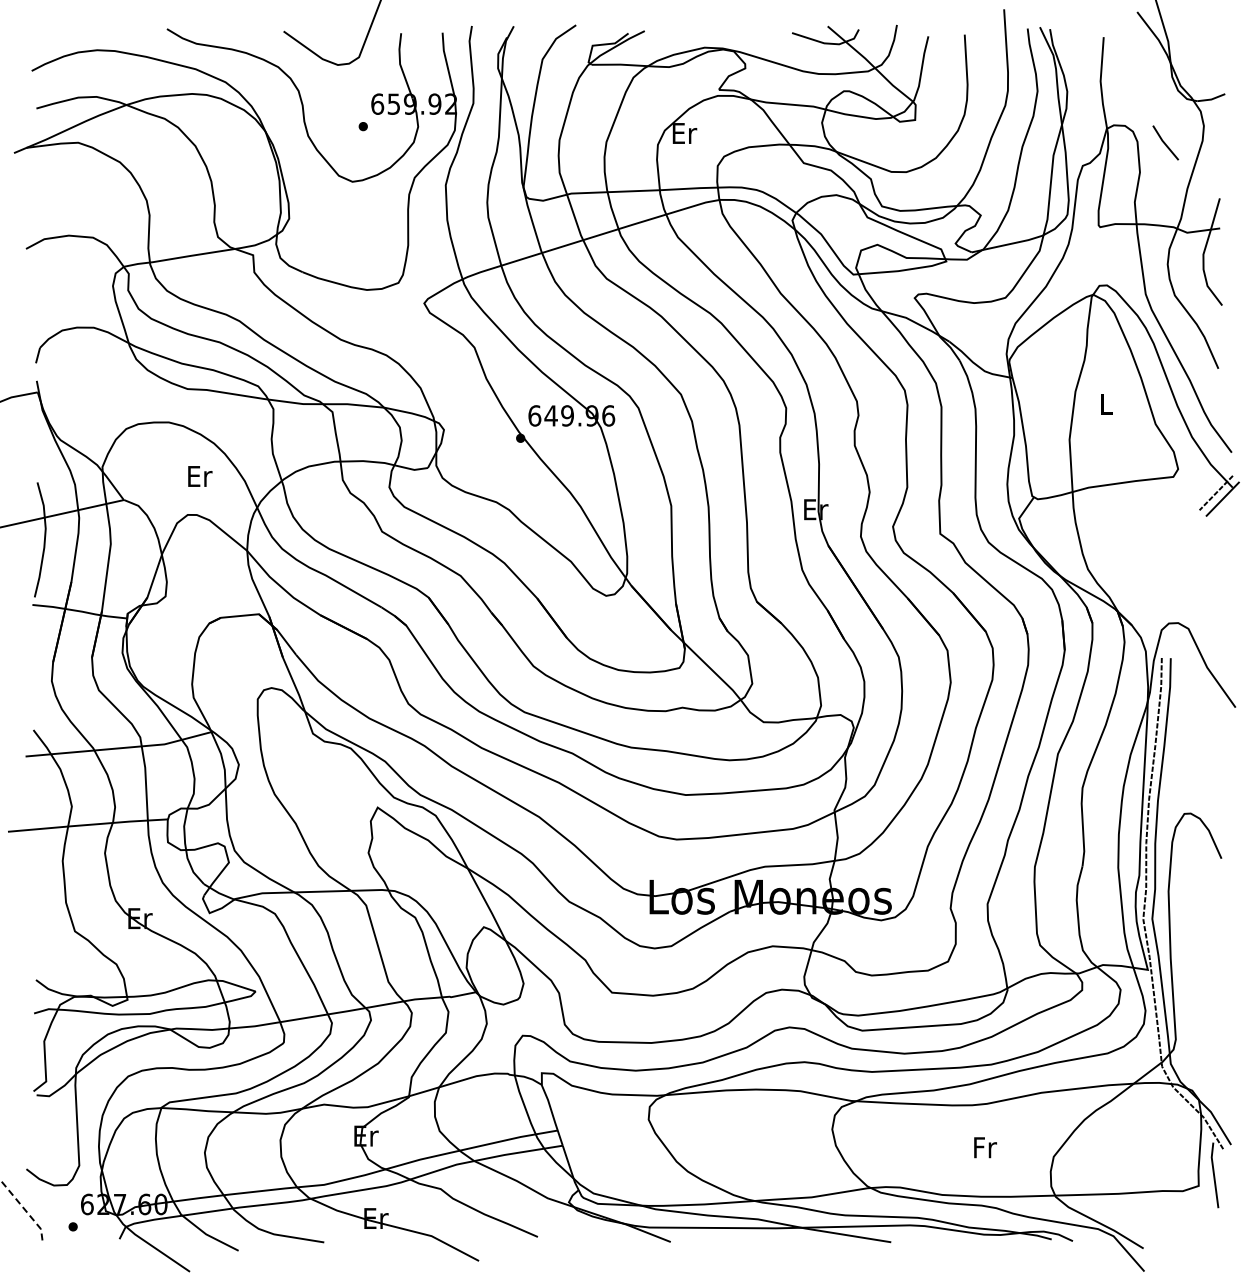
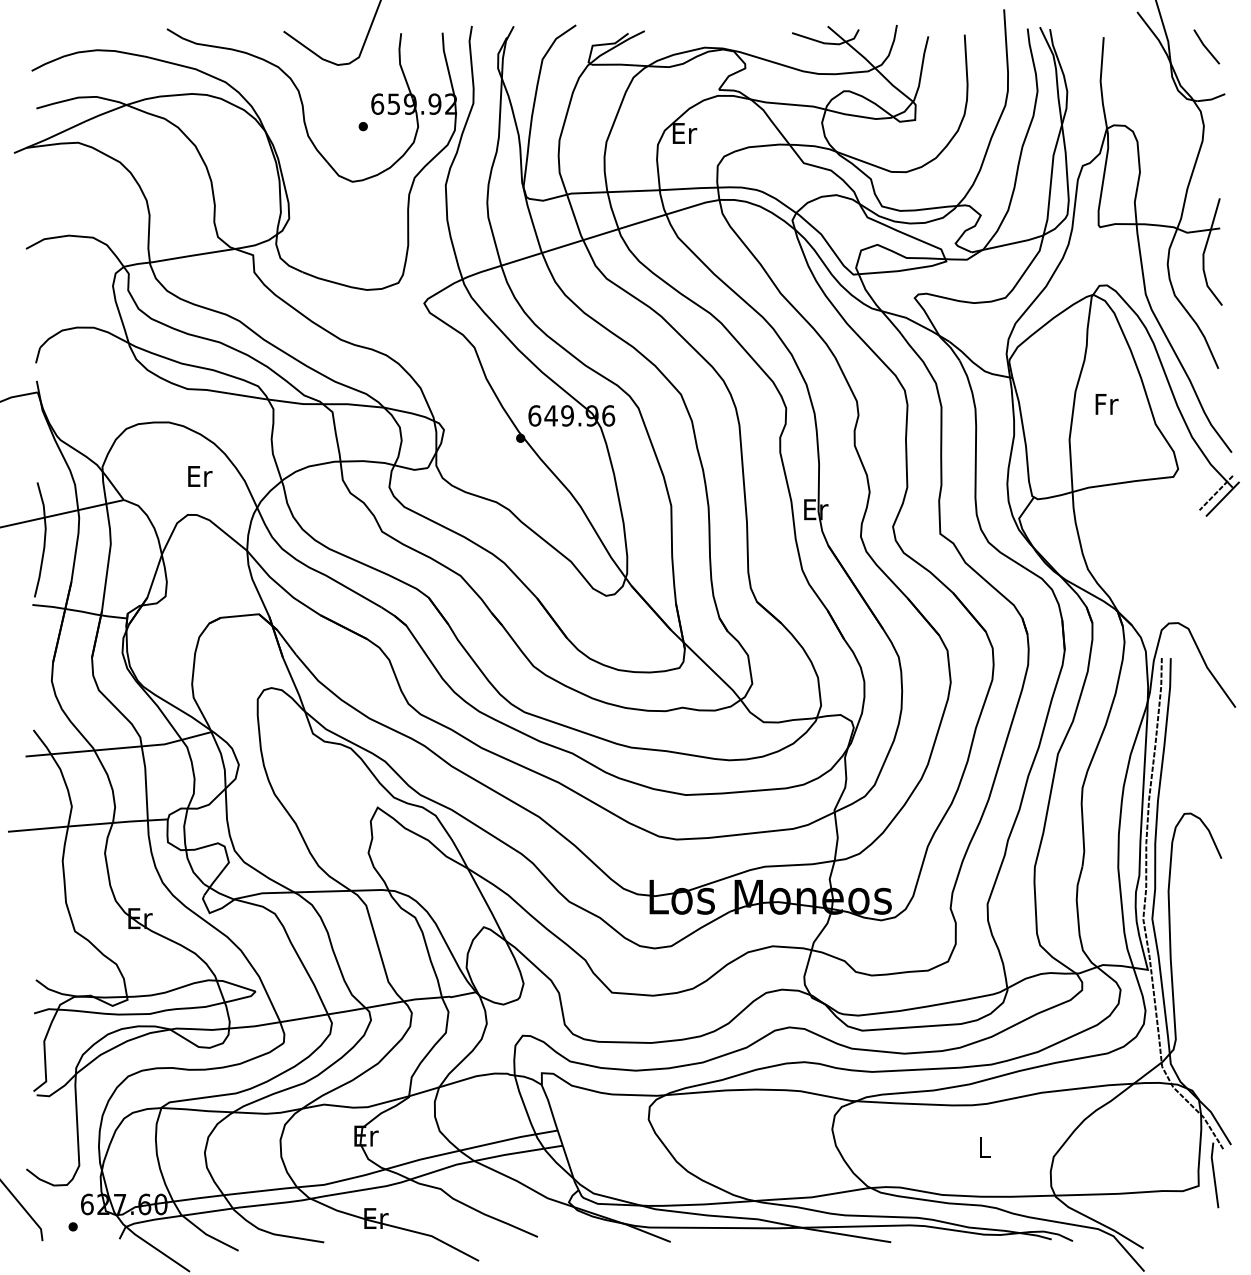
line at (1165, 142) position: (1165, 142) -> (1206, 46)
text at (1106, 404): L -> Fr
text at (985, 1147): Fr -> L
line at (25, 1209): dashed -> solid
